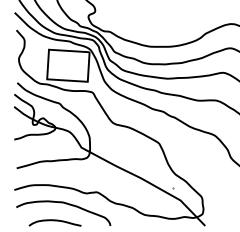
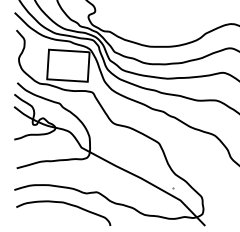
curve at (54, 221): present -> none
